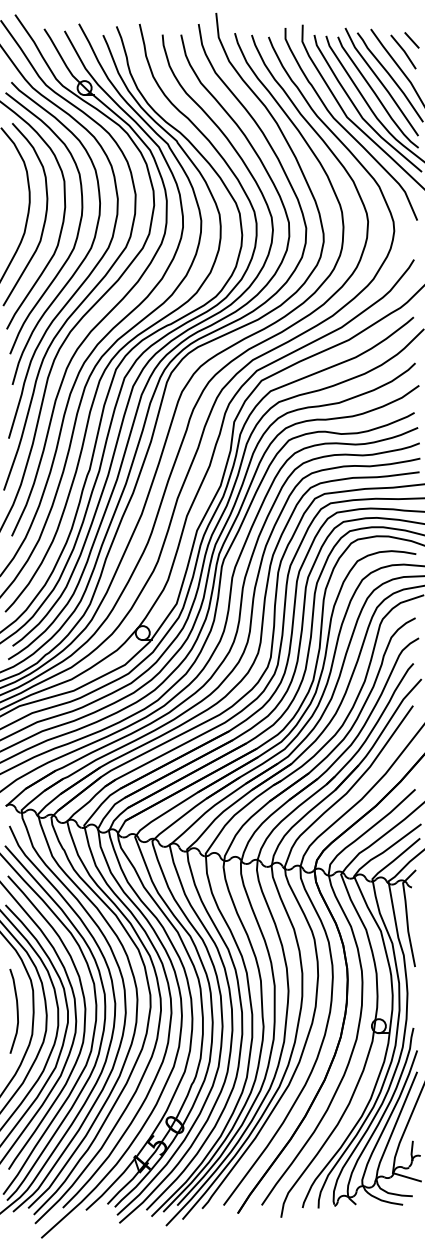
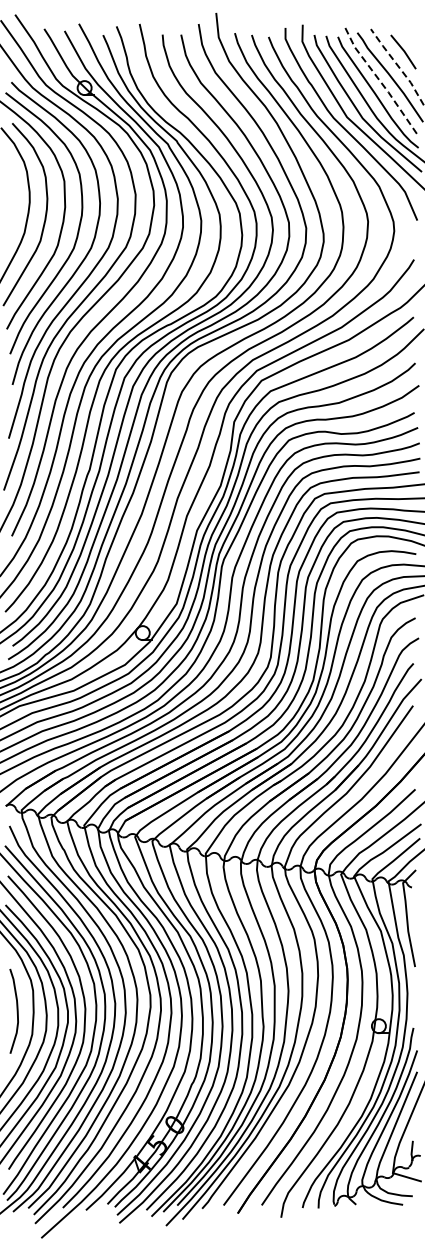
line at (411, 40): present -> none
line at (398, 66): solid -> dashed
line at (380, 82): solid -> dashed
